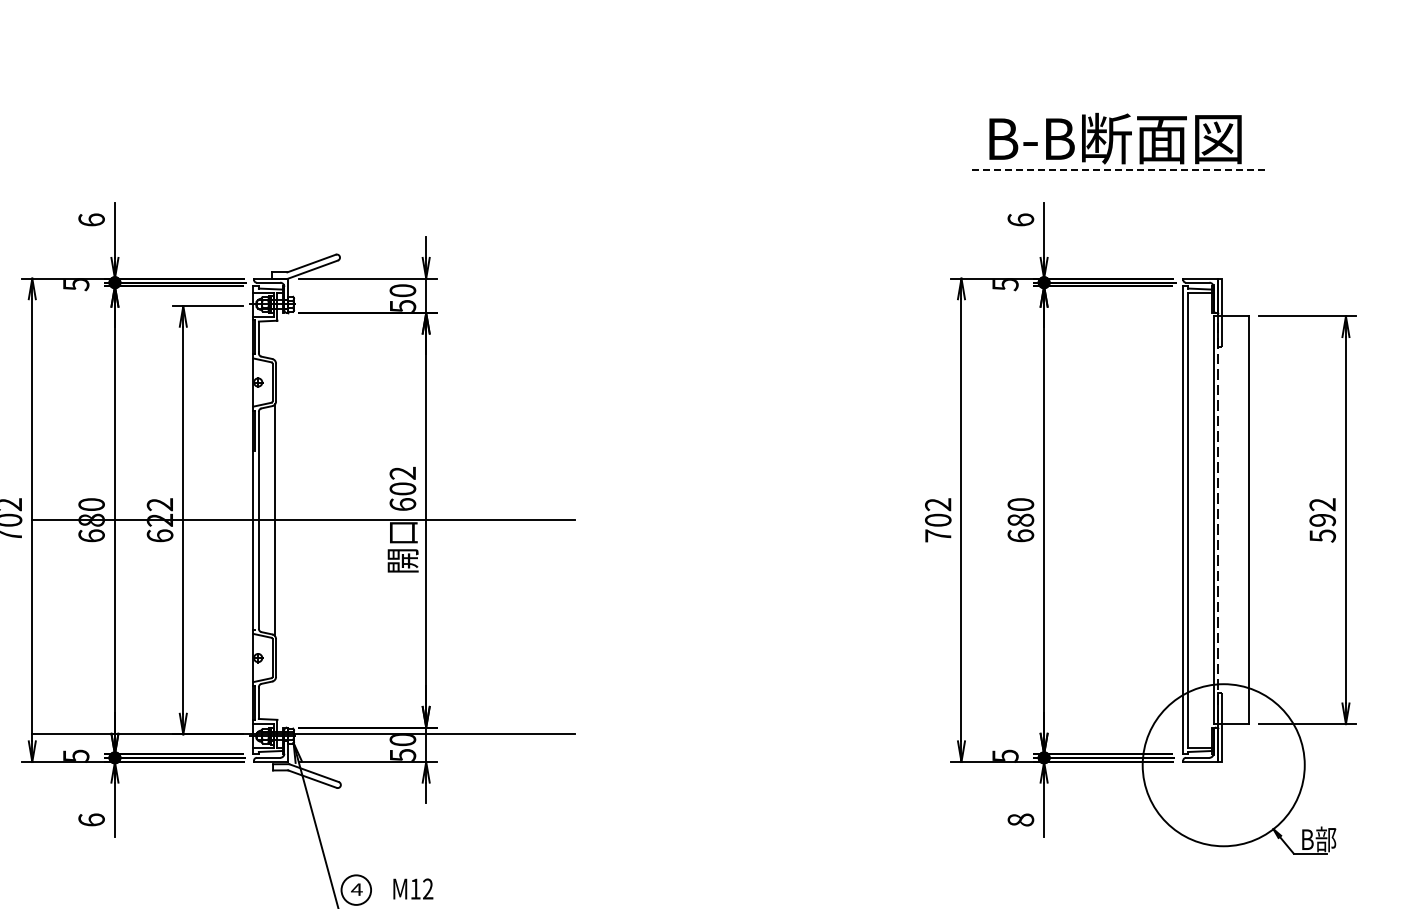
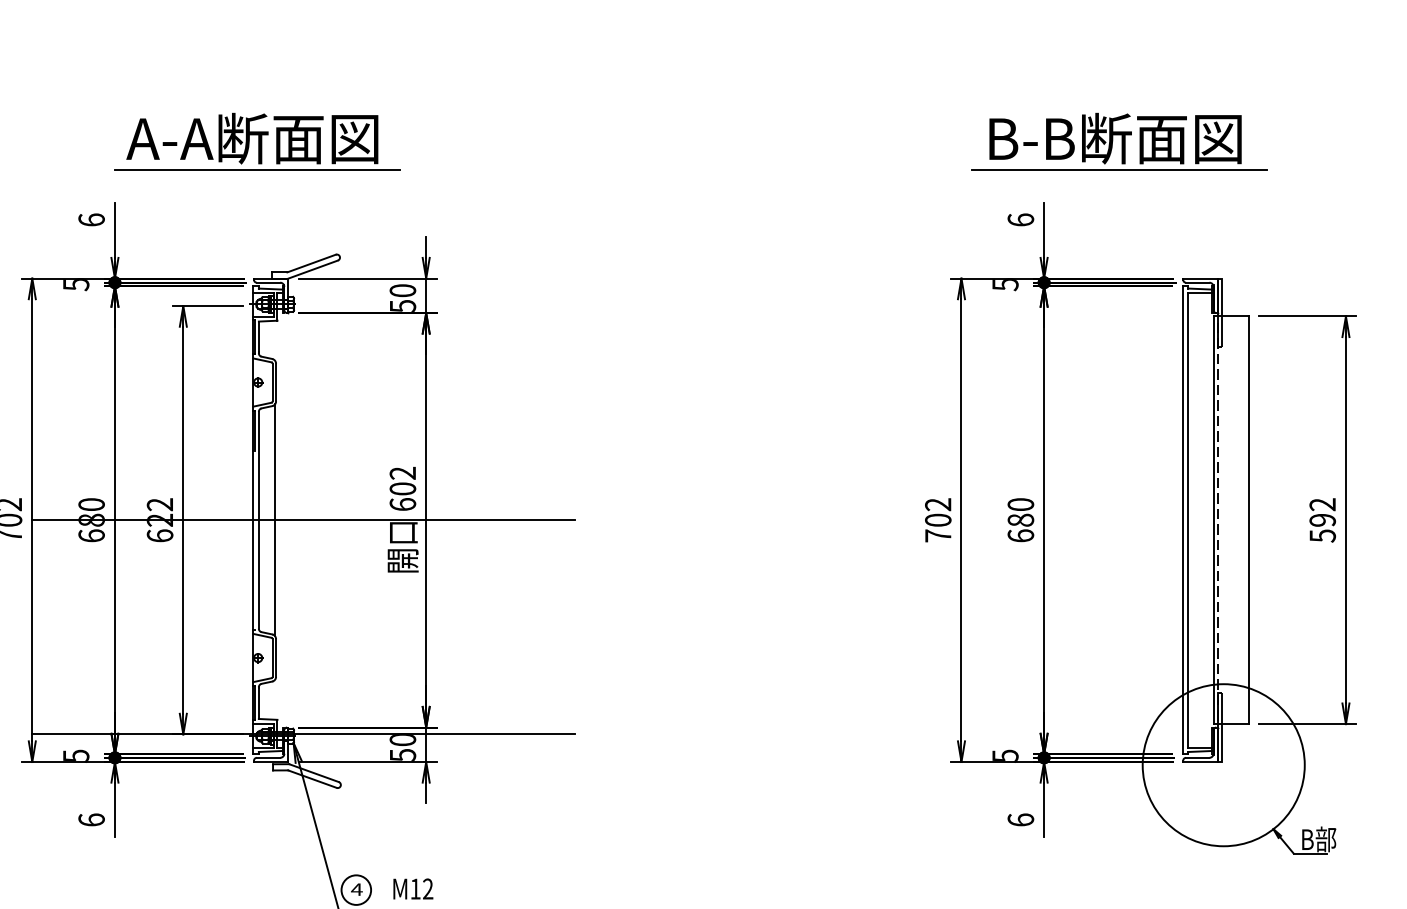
part at (257, 141): none -> present
line at (1120, 170): dashed -> solid
text at (1020, 819): 8 -> 6
